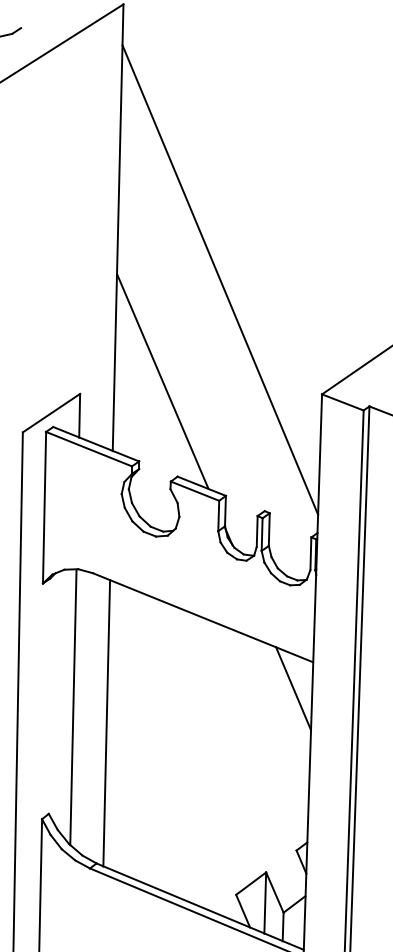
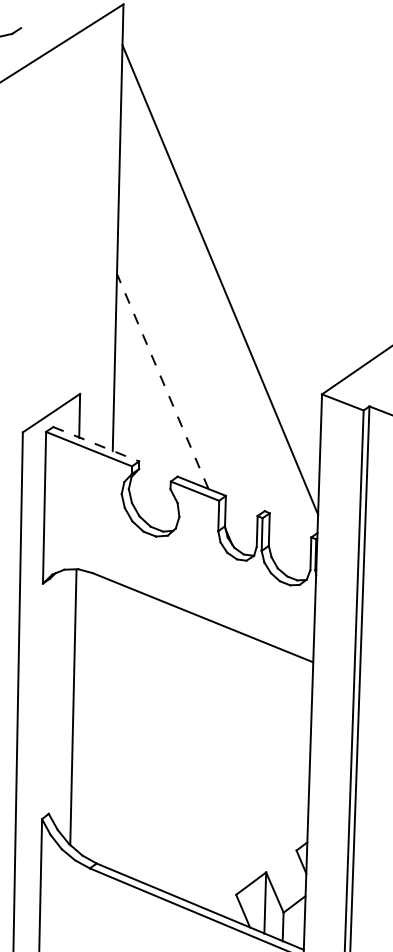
line at (162, 381): solid -> dashed
line at (96, 444): solid -> dashed
line at (293, 688): present -> none
line at (106, 722): present -> none
